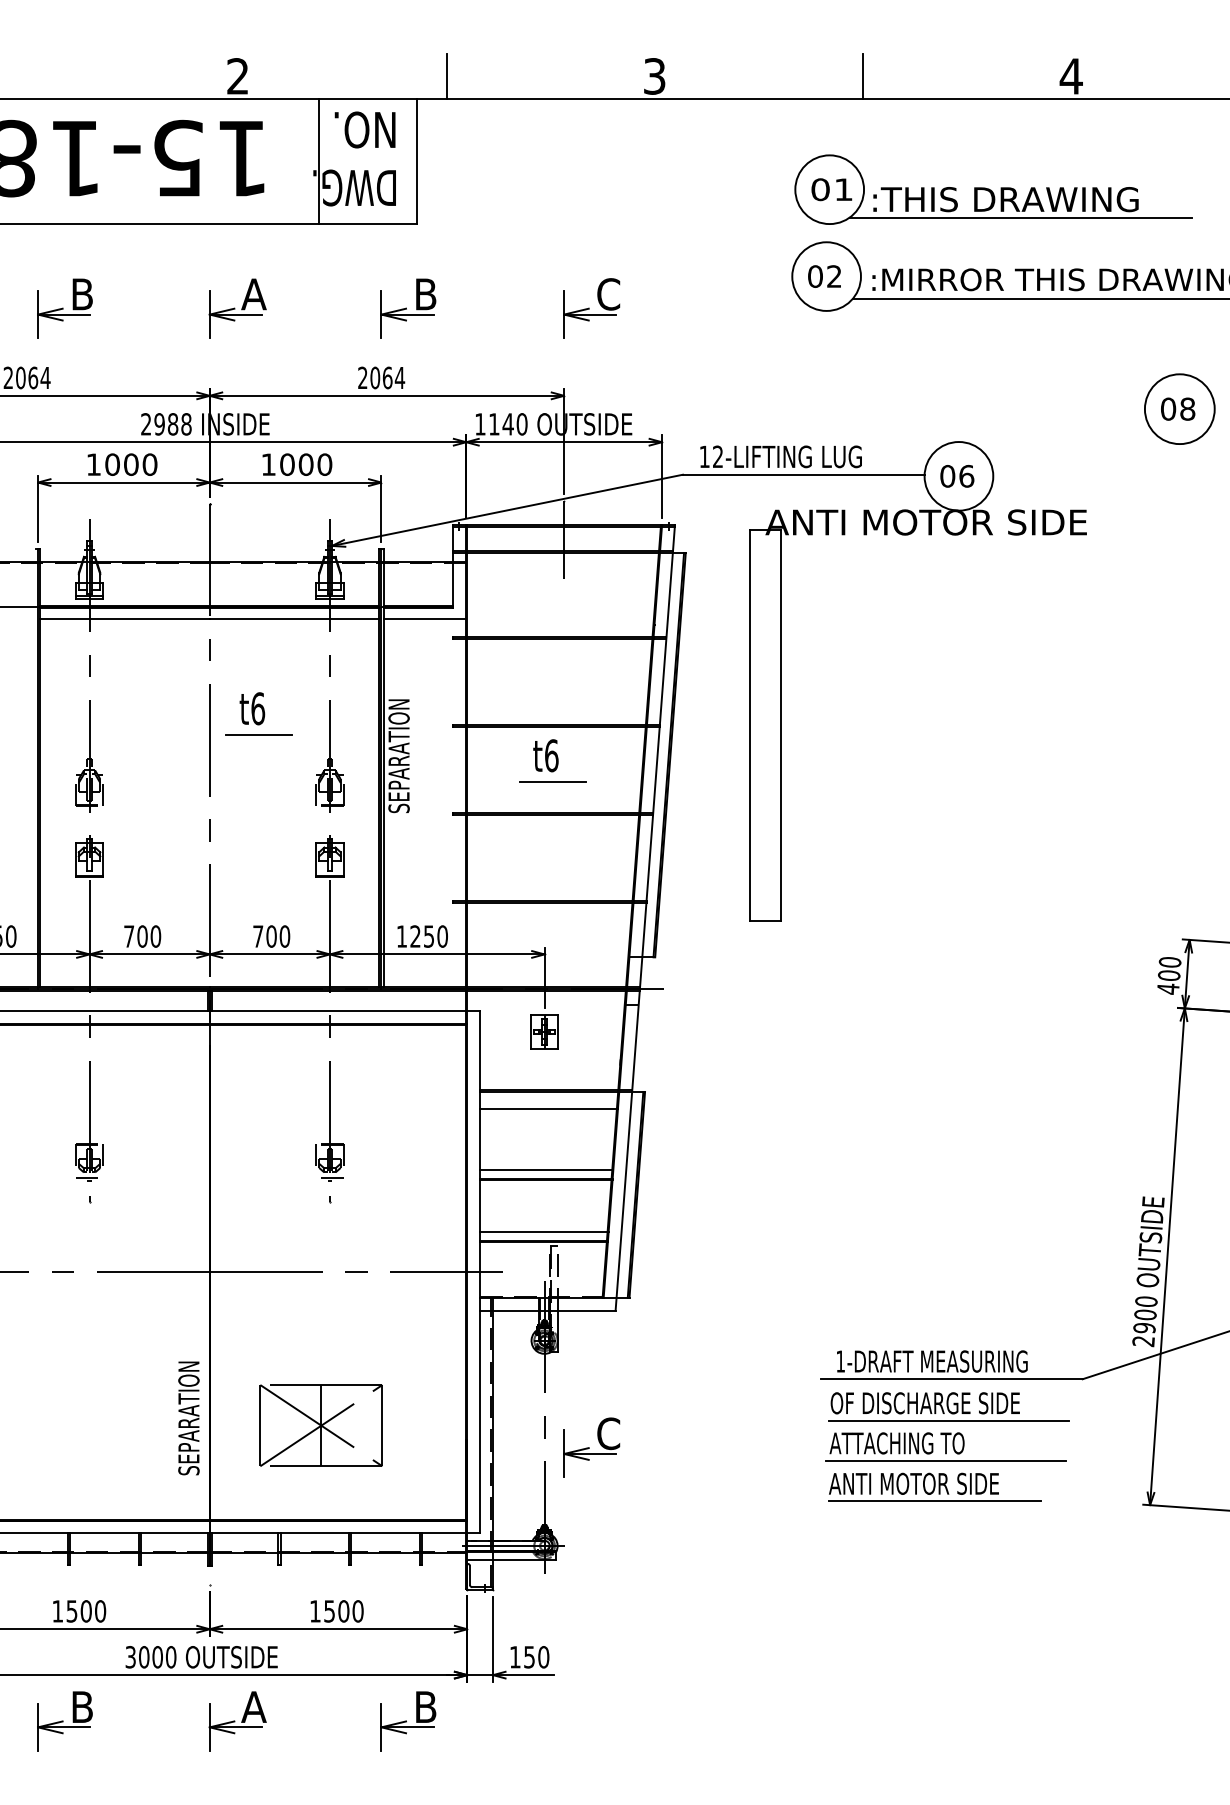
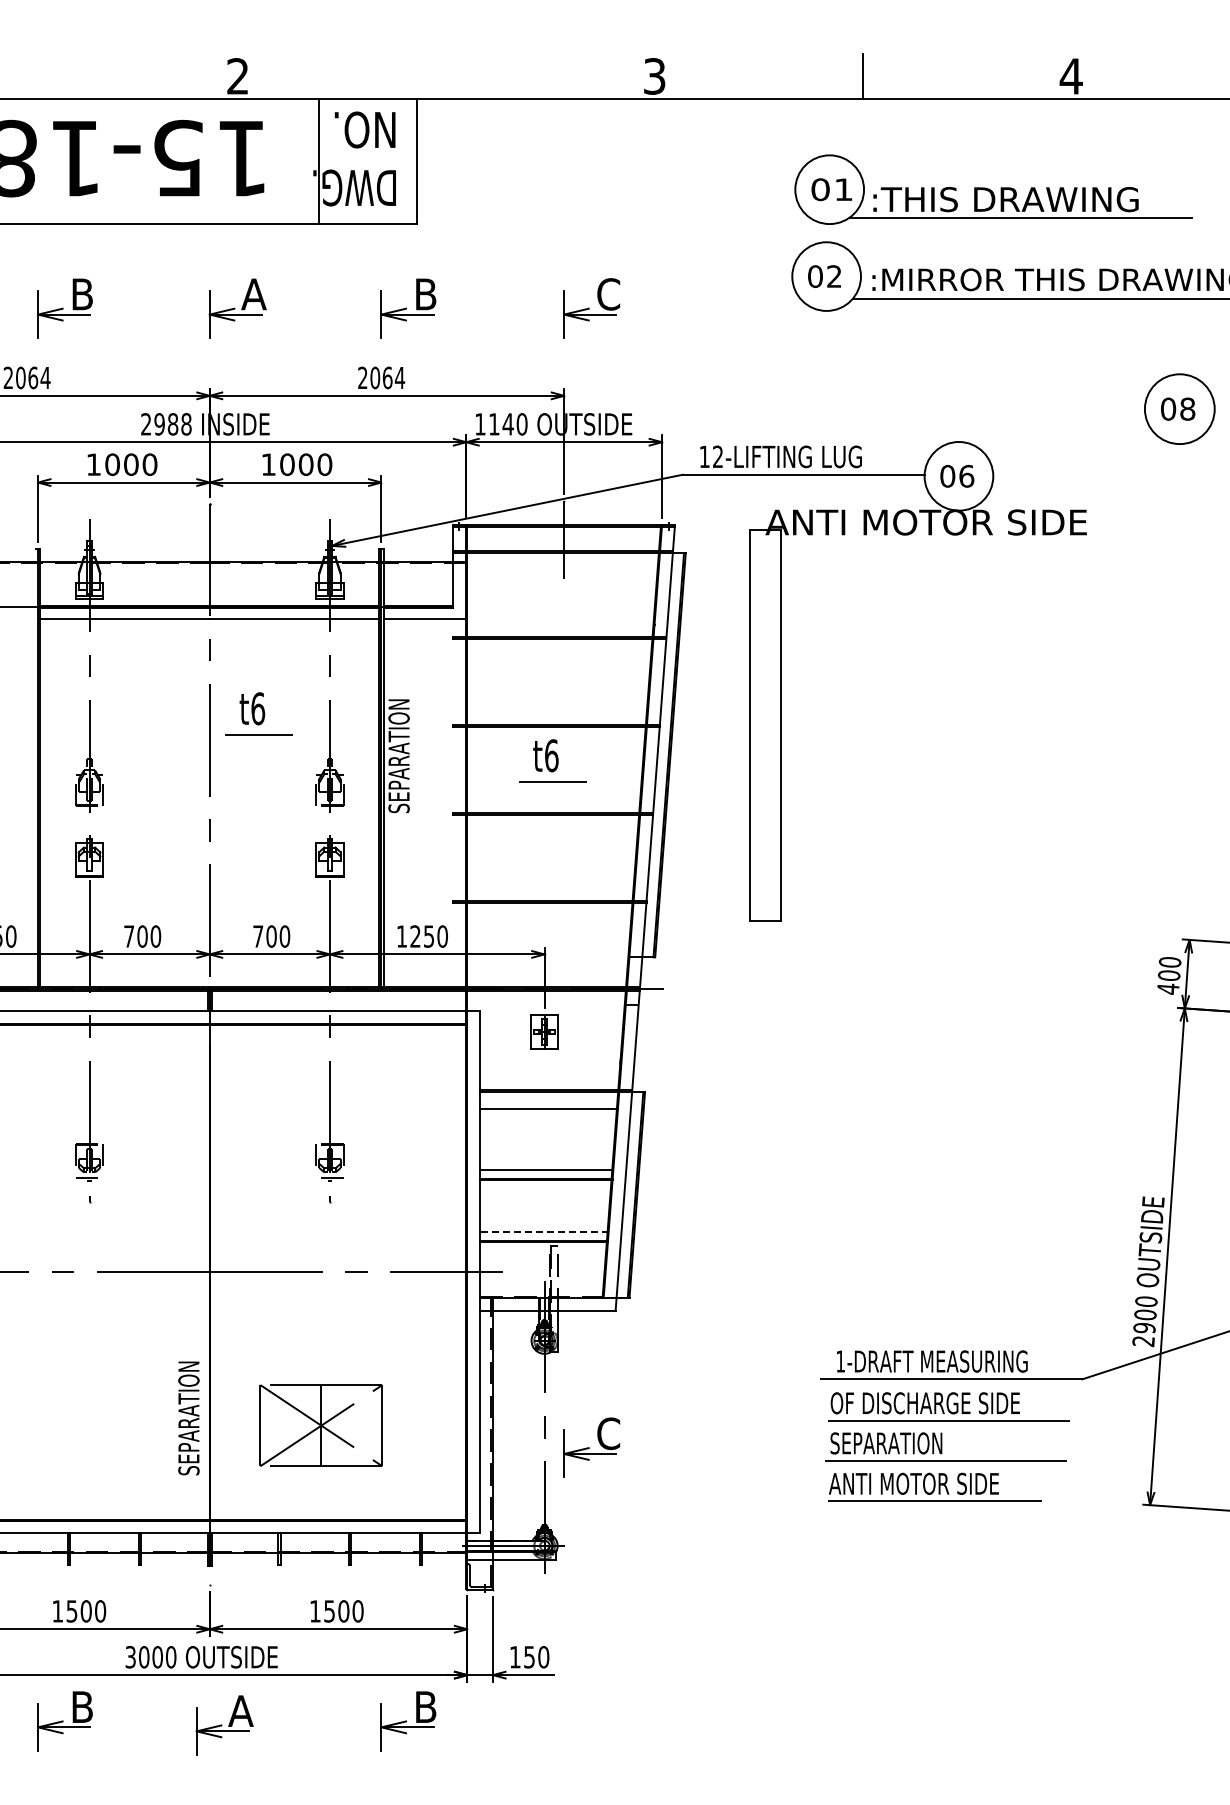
line at (446, 76): present -> none
line at (543, 1231): solid -> dashed
text at (896, 1443): ATTACHING TO -> SEPARATION
part at (237, 1721) position: (237, 1721) -> (224, 1725)
